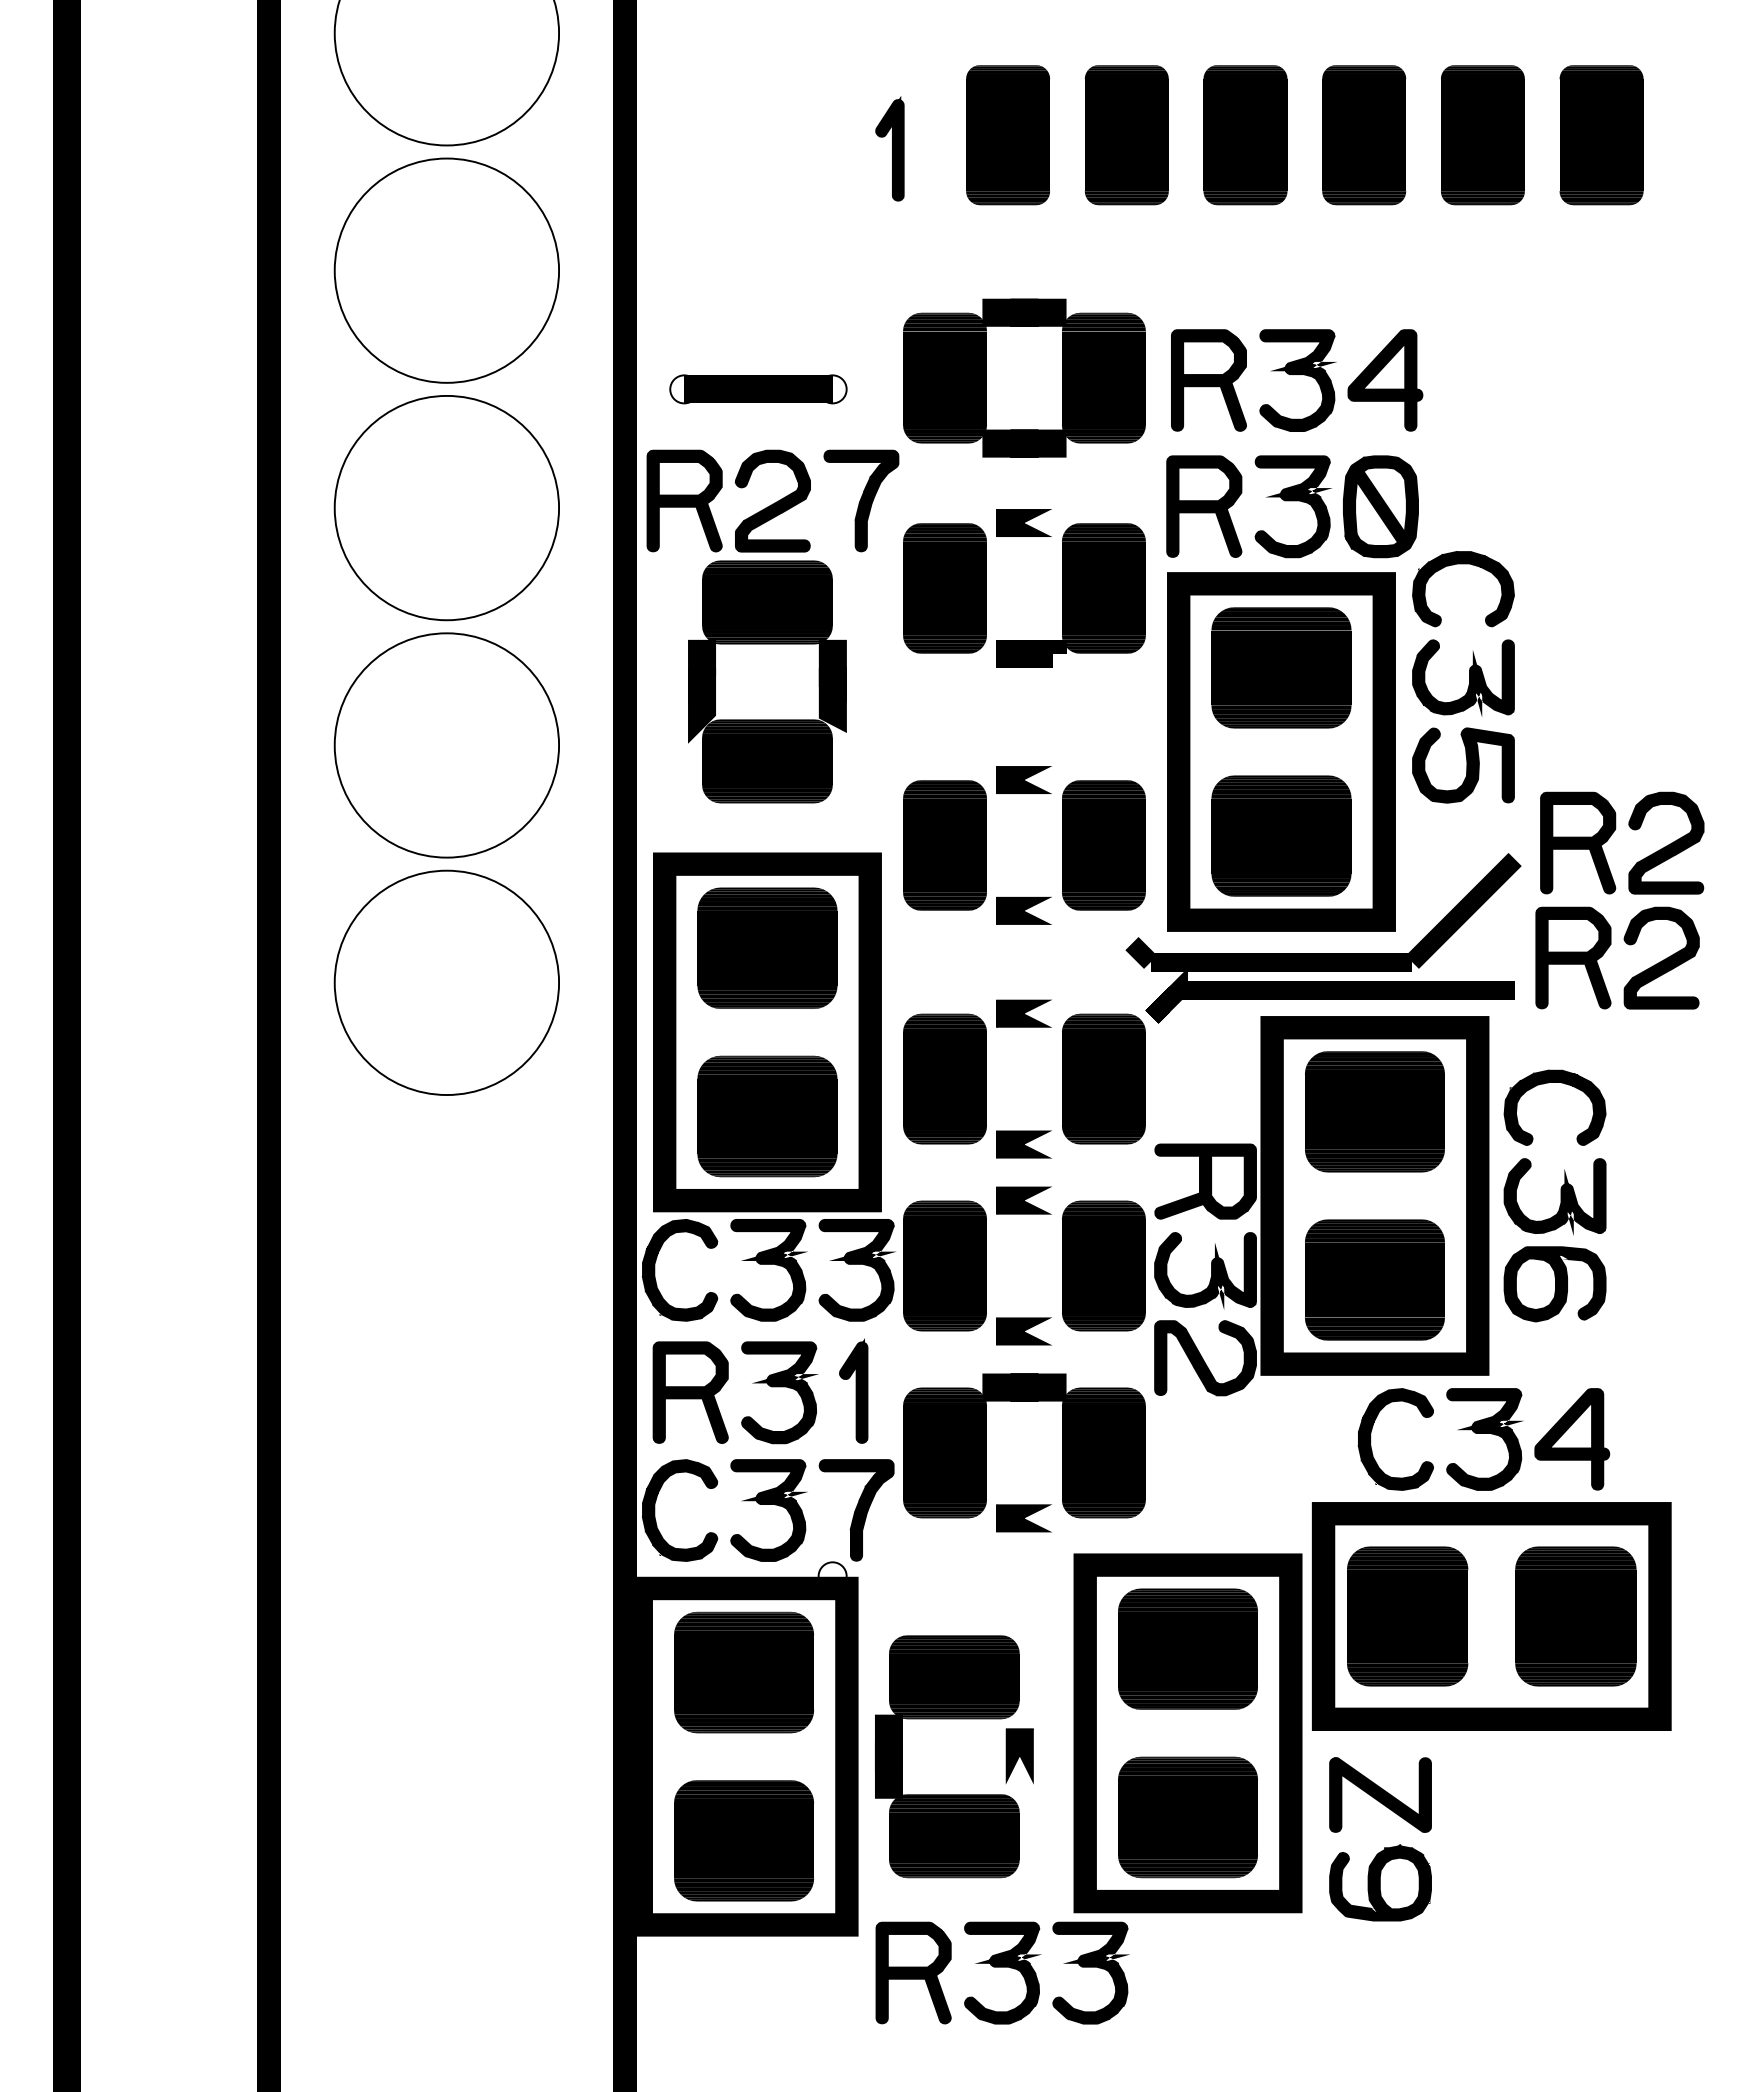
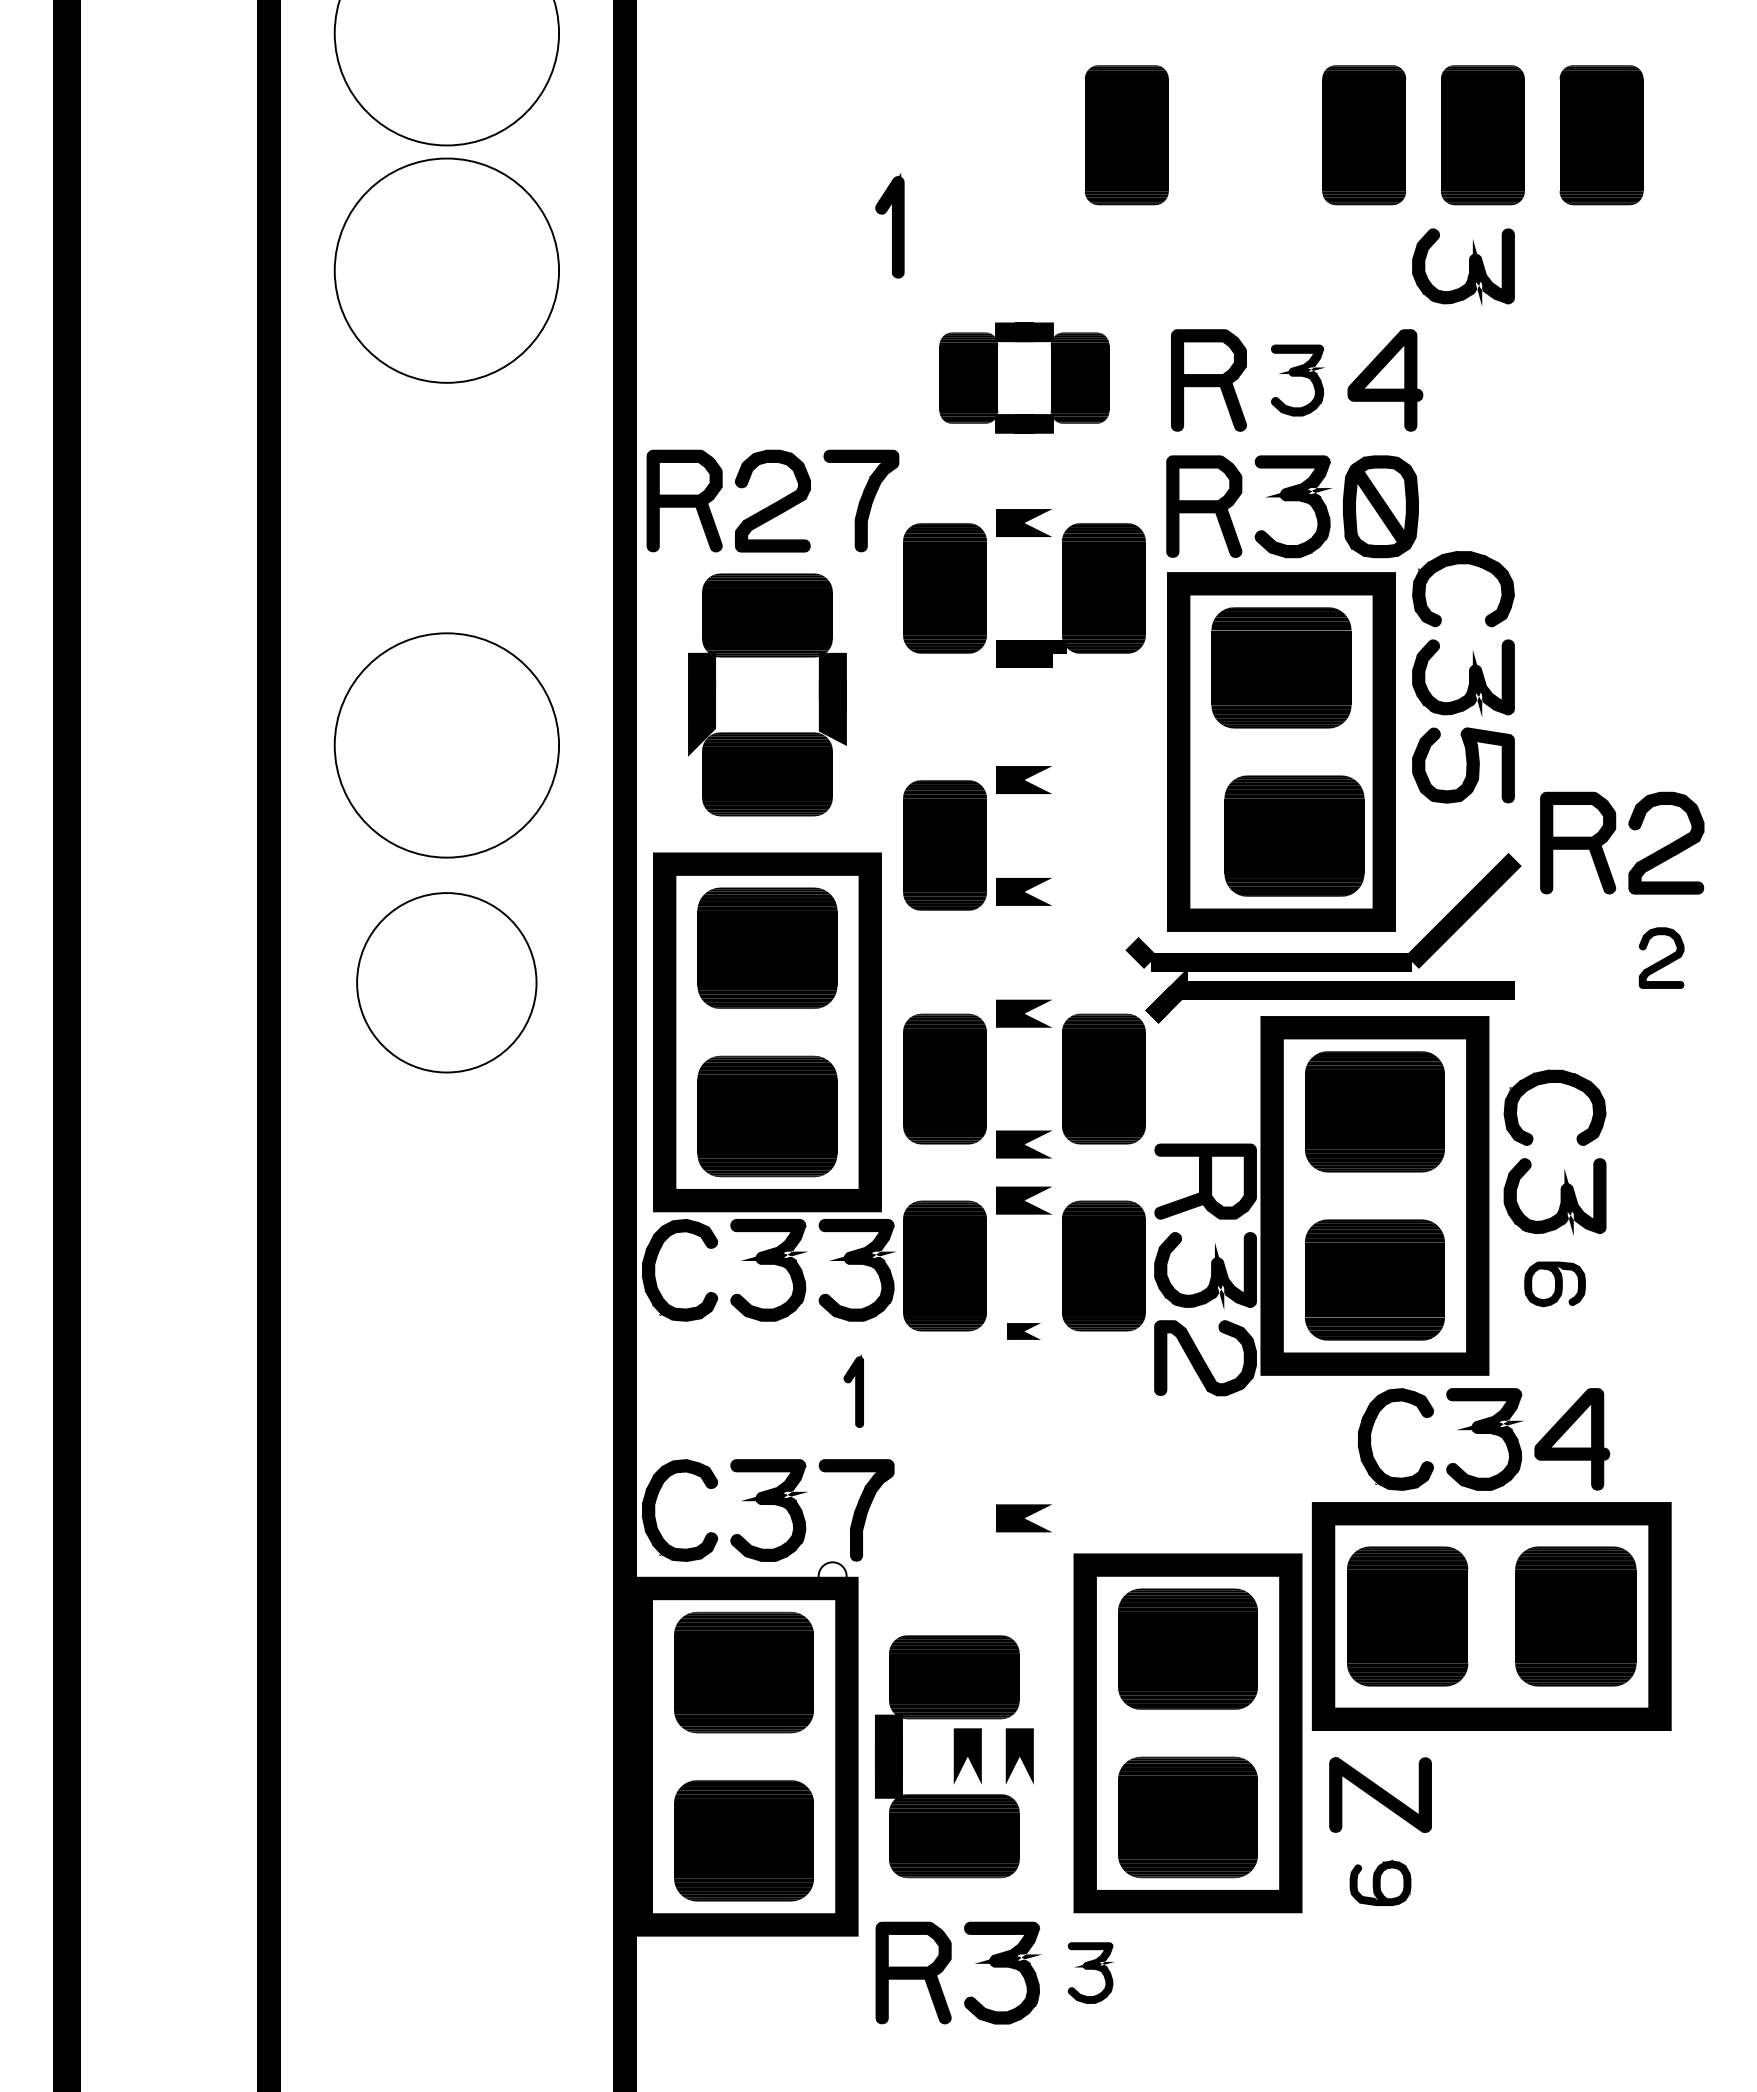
part at (1008, 135): present -> none
part at (1245, 135): present -> none
part at (889, 148) position: (889, 148) -> (889, 225)
part at (1463, 266): none -> present
part at (1024, 377) size: 243x160 px -> 171x112 px
part at (1297, 380) size: 78x103 px -> 54x73 px
part at (758, 389): present -> none
part at (446, 508): present -> none
part at (767, 681) position: (767, 681) -> (767, 694)
part at (1281, 835) position: (1281, 835) -> (1294, 835)
part at (1103, 845): present -> none
part at (1023, 910) position: (1023, 910) -> (1023, 891)
part at (1573, 957): present -> none
part at (1661, 957) size: 77x104 px -> 47x62 px
part at (446, 982) size: 227x227 px -> 182x182 px
part at (1554, 1284) size: 104x77 px -> 62x47 px
part at (1023, 1331) size: 56x29 px -> 34x17 px
part at (853, 1390) size: 30x106 px -> 21x74 px
part at (690, 1392): present -> none
part at (779, 1392): present -> none
part at (986, 1445): present -> none
part at (967, 1756): none -> present
part at (1380, 1882) size: 103x78 px -> 63x47 px
part at (1090, 1972) size: 78x104 px -> 47x62 px
